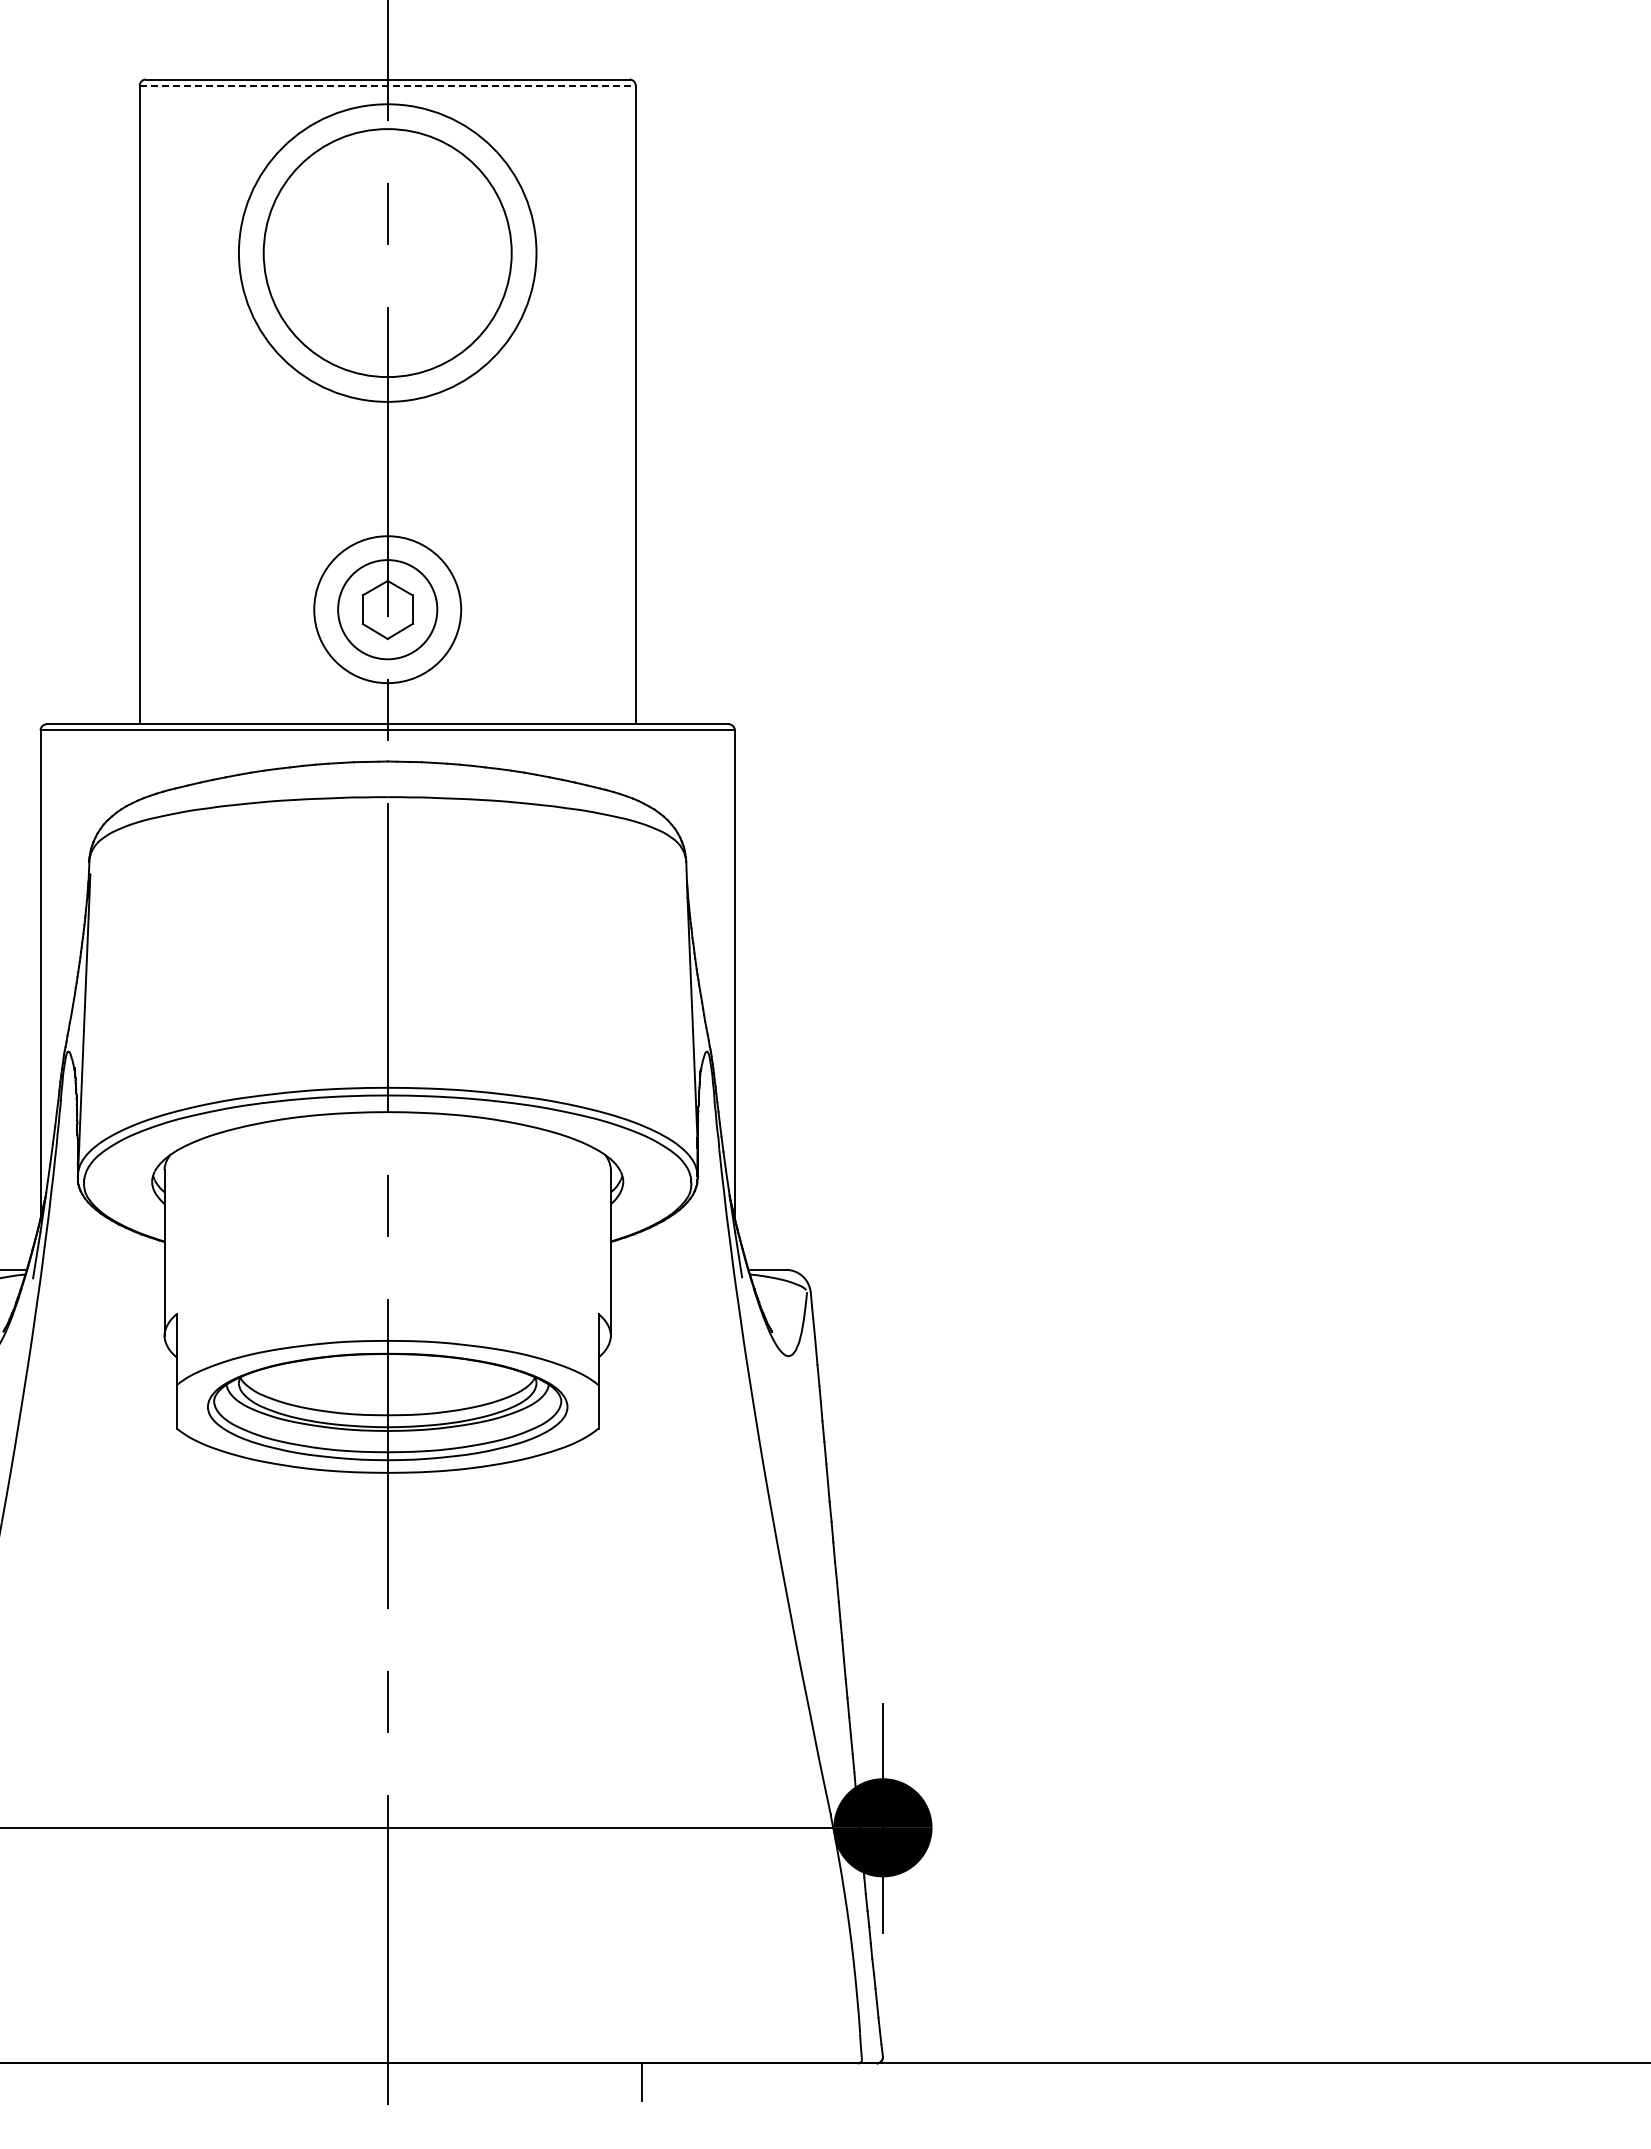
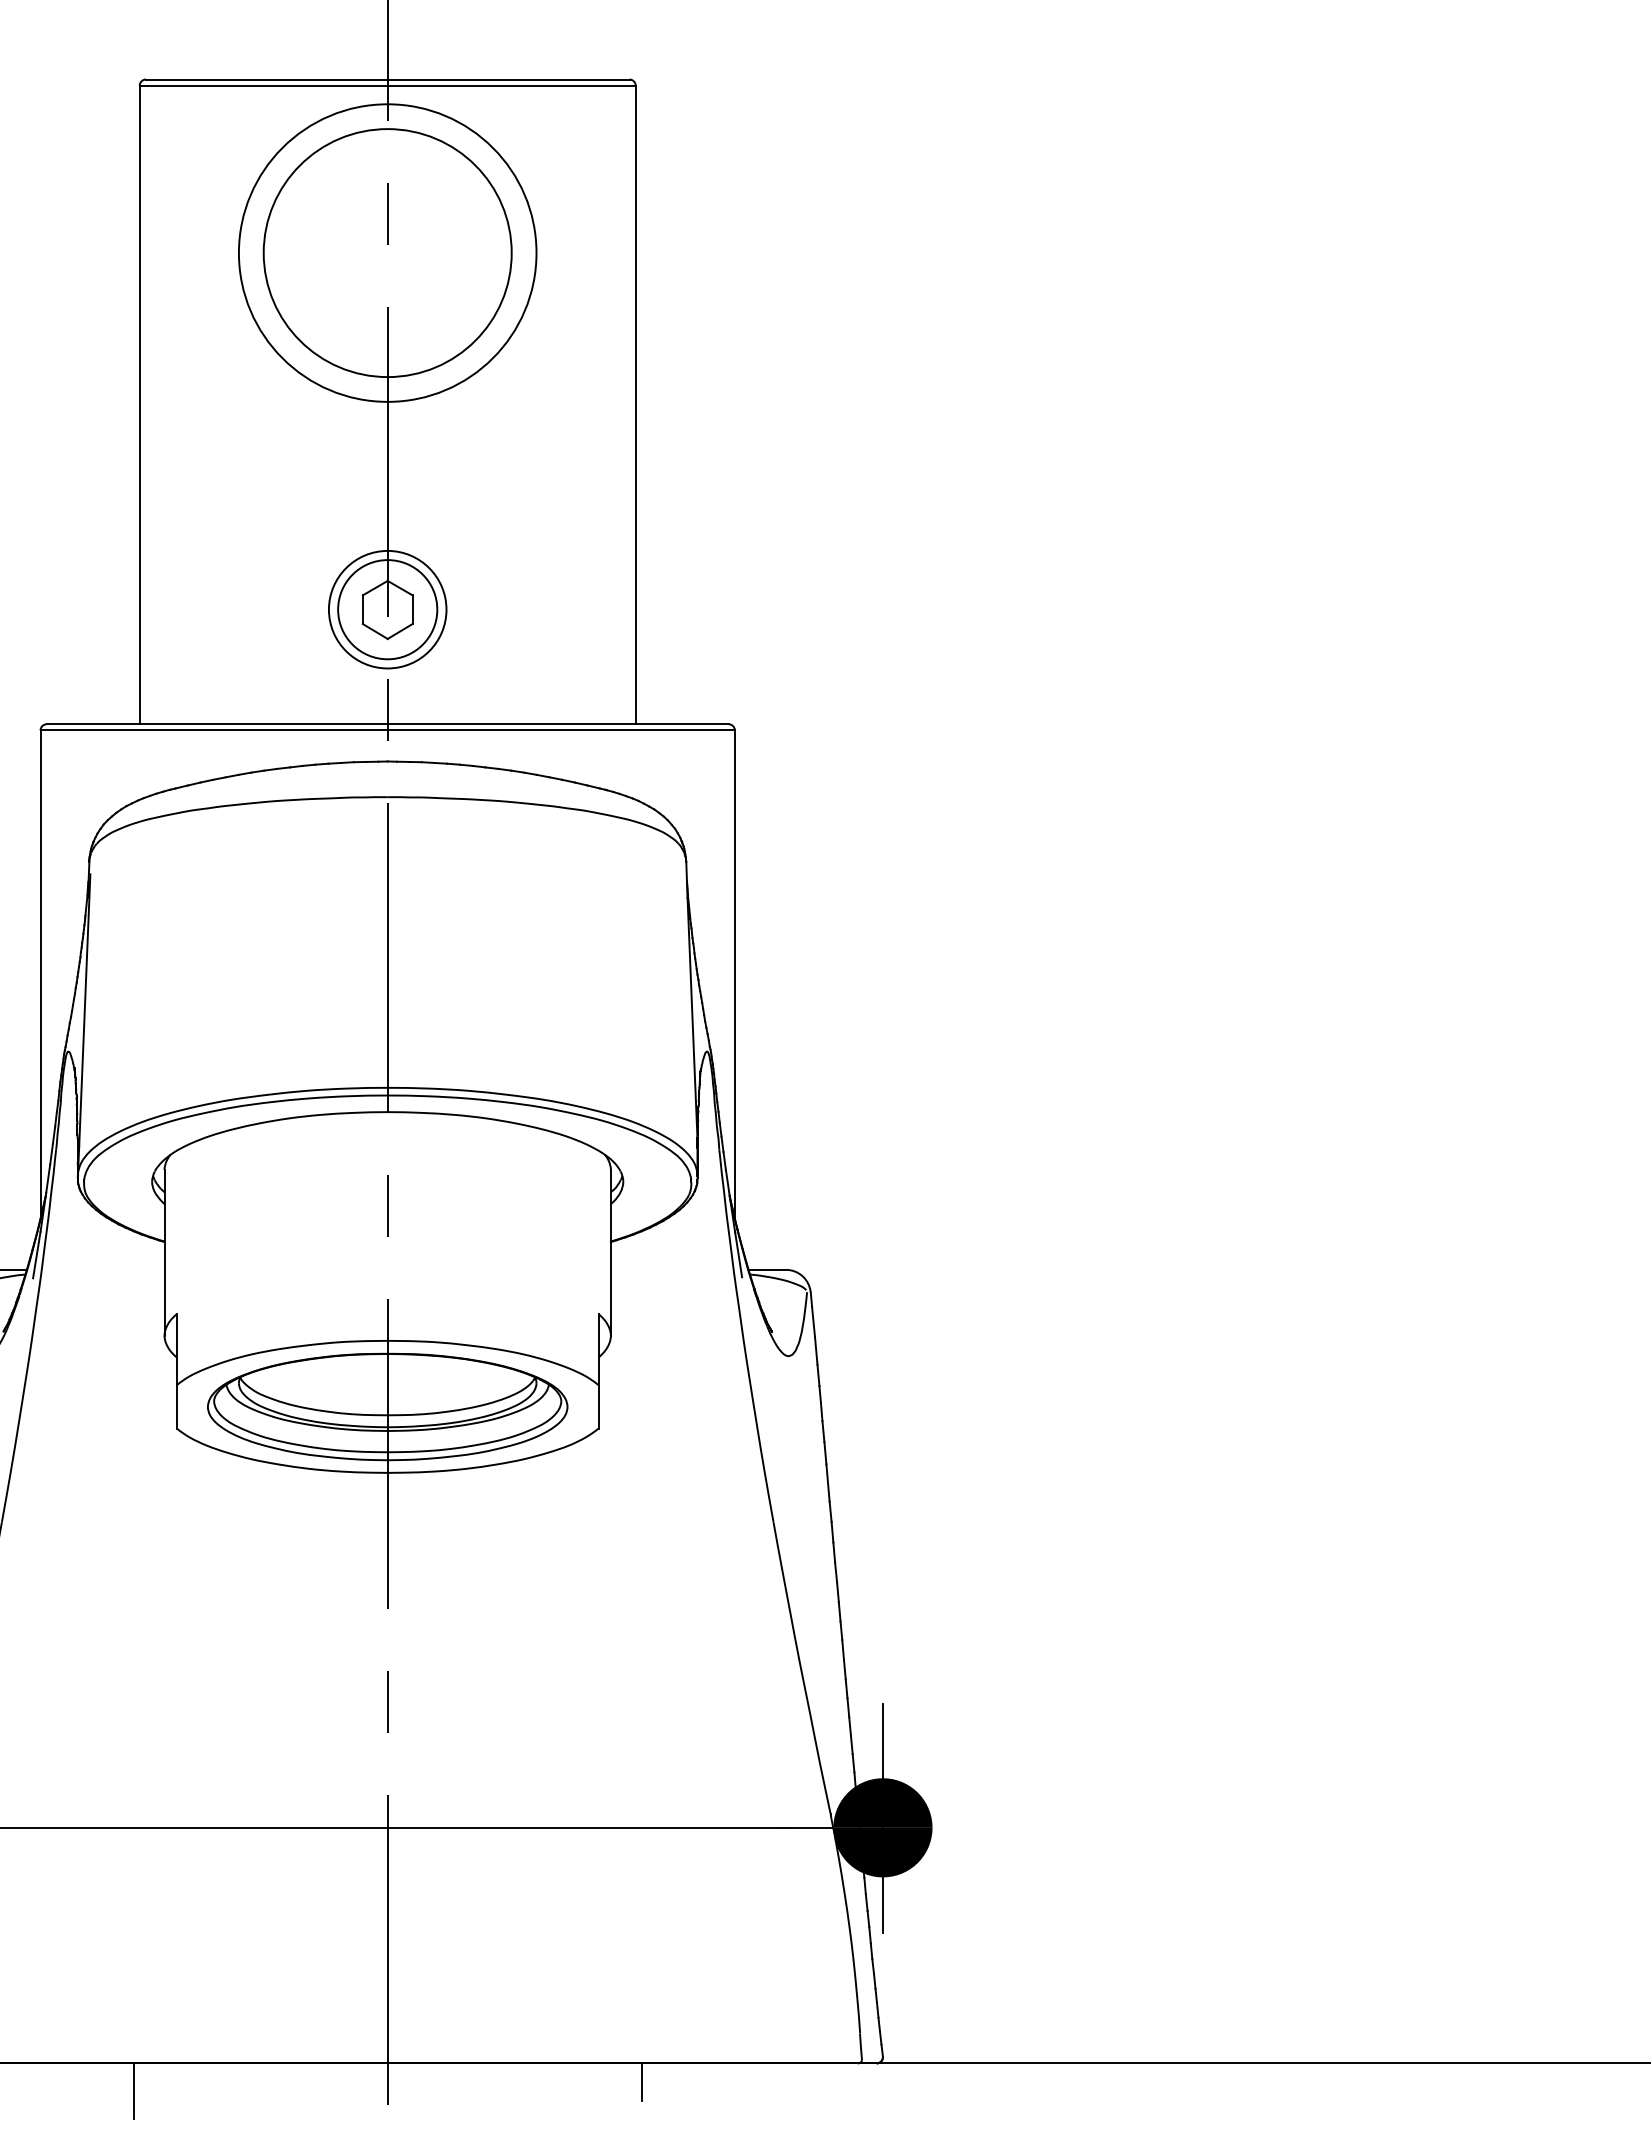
line at (387, 85): dashed -> solid
circle at (387, 609) diameter: 147 px -> 118 px
line at (133, 2091): none -> present
